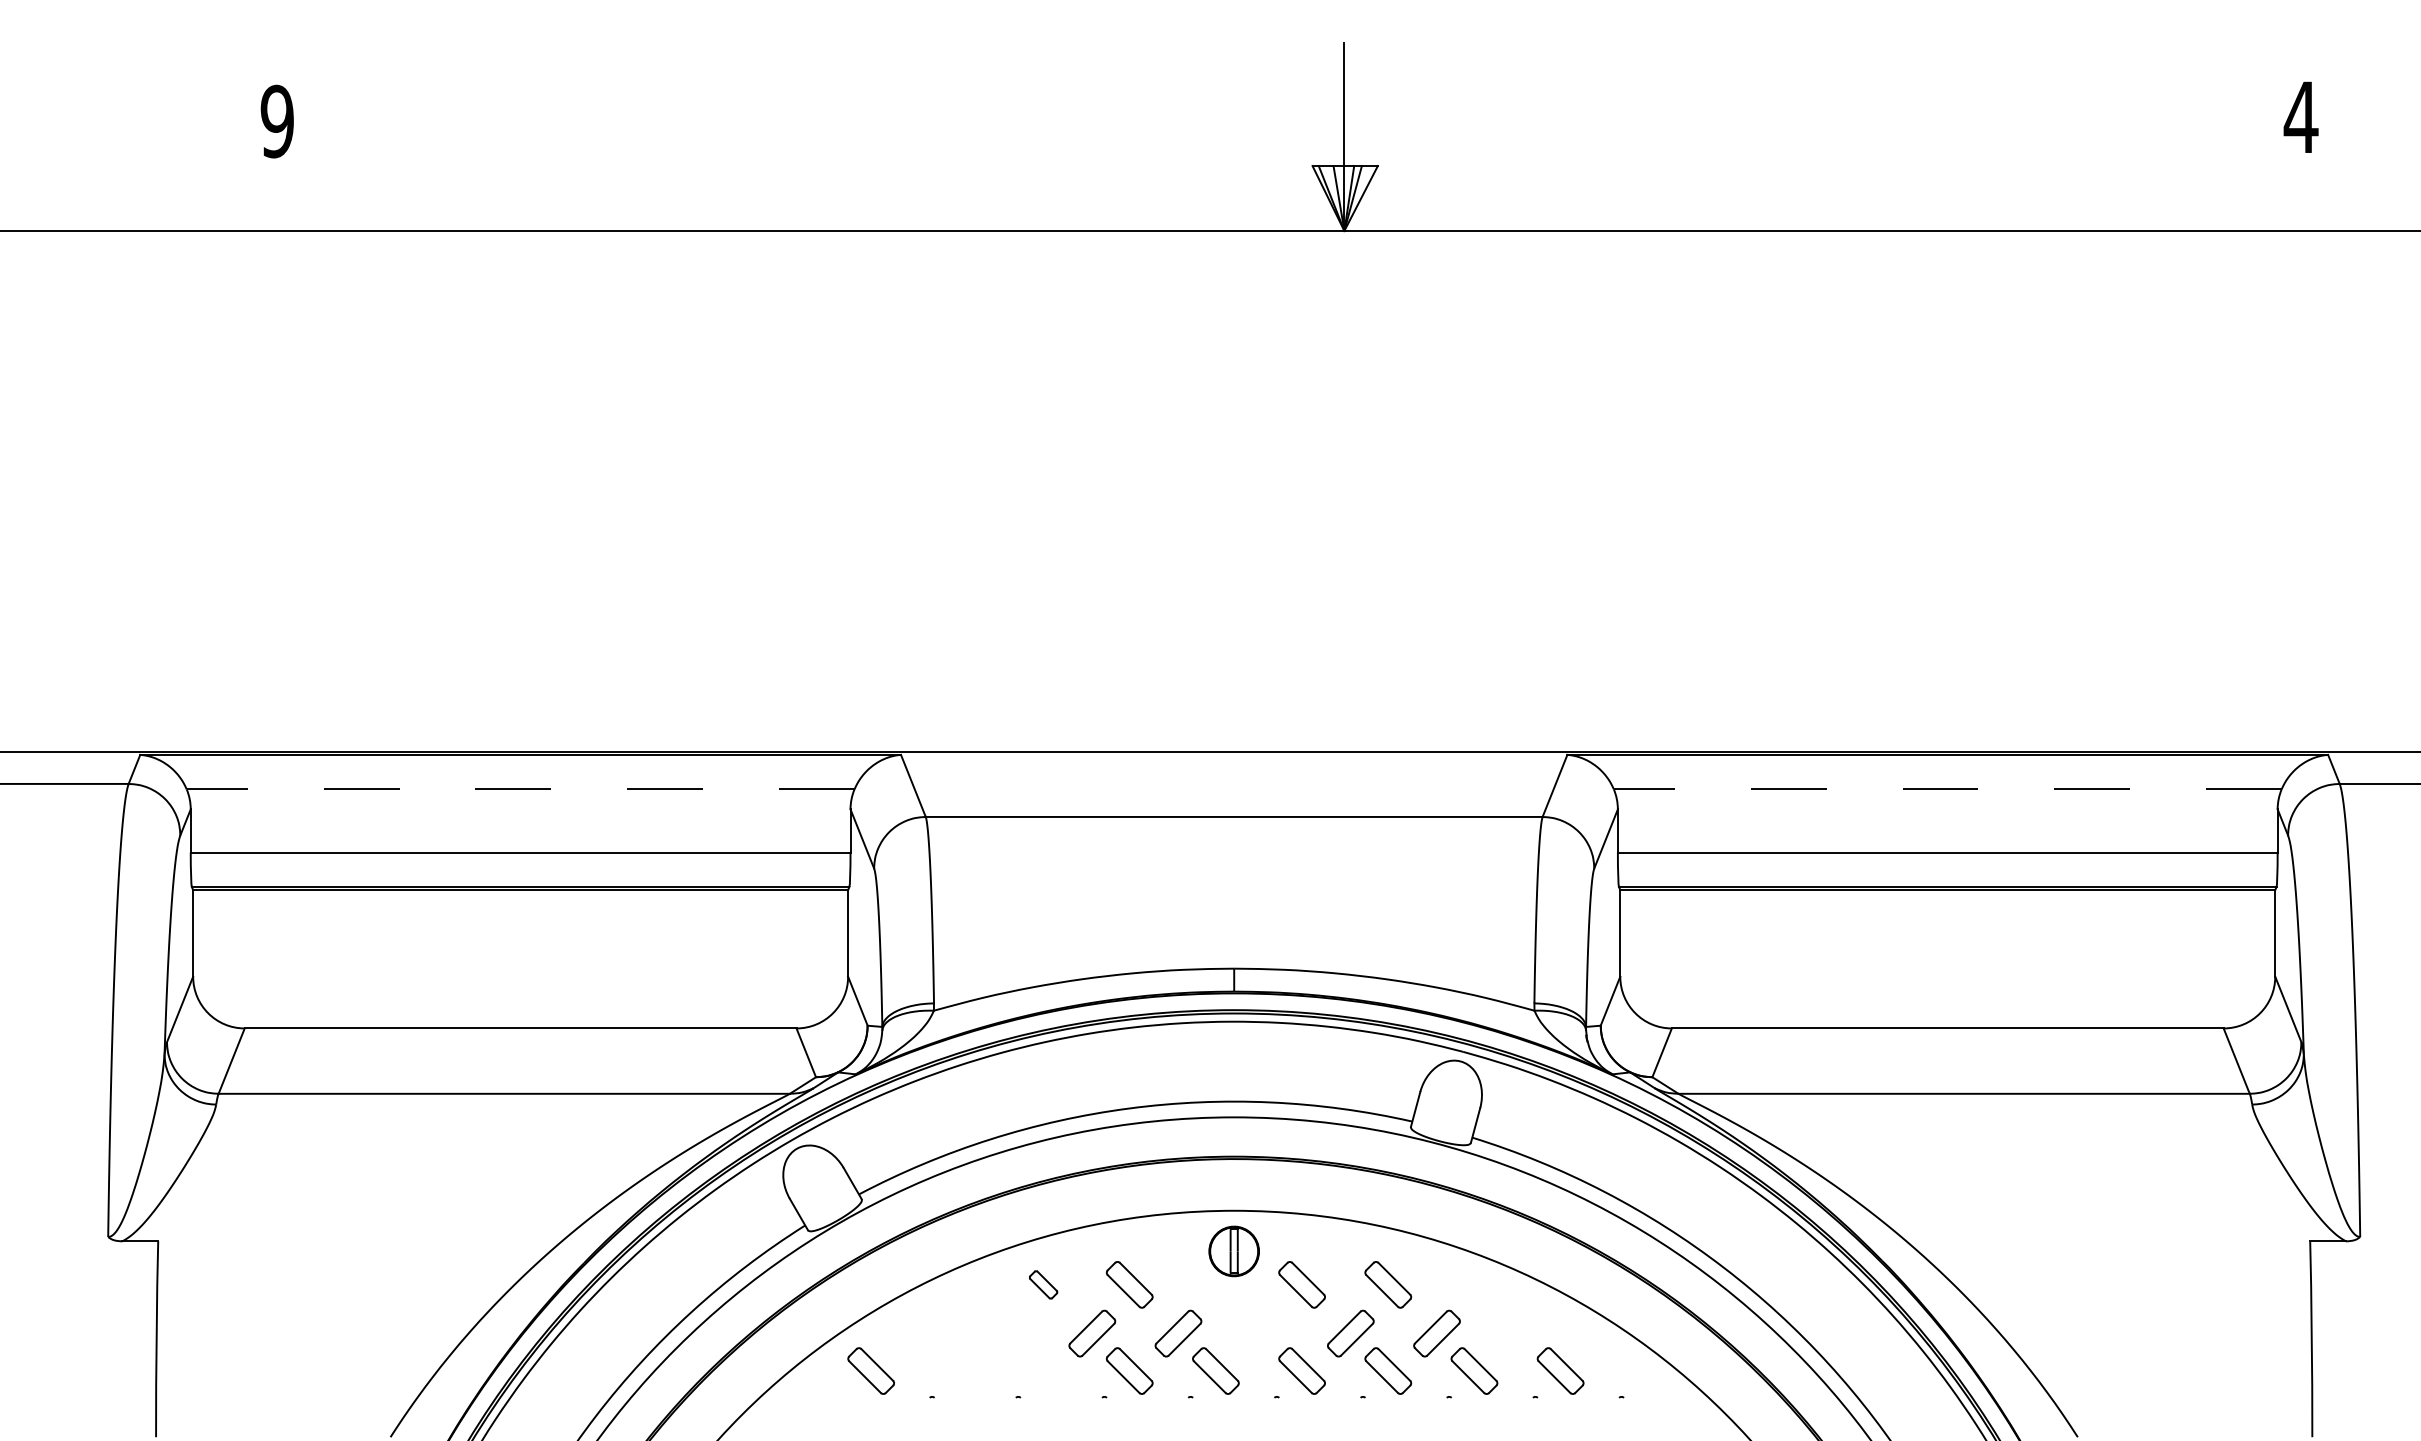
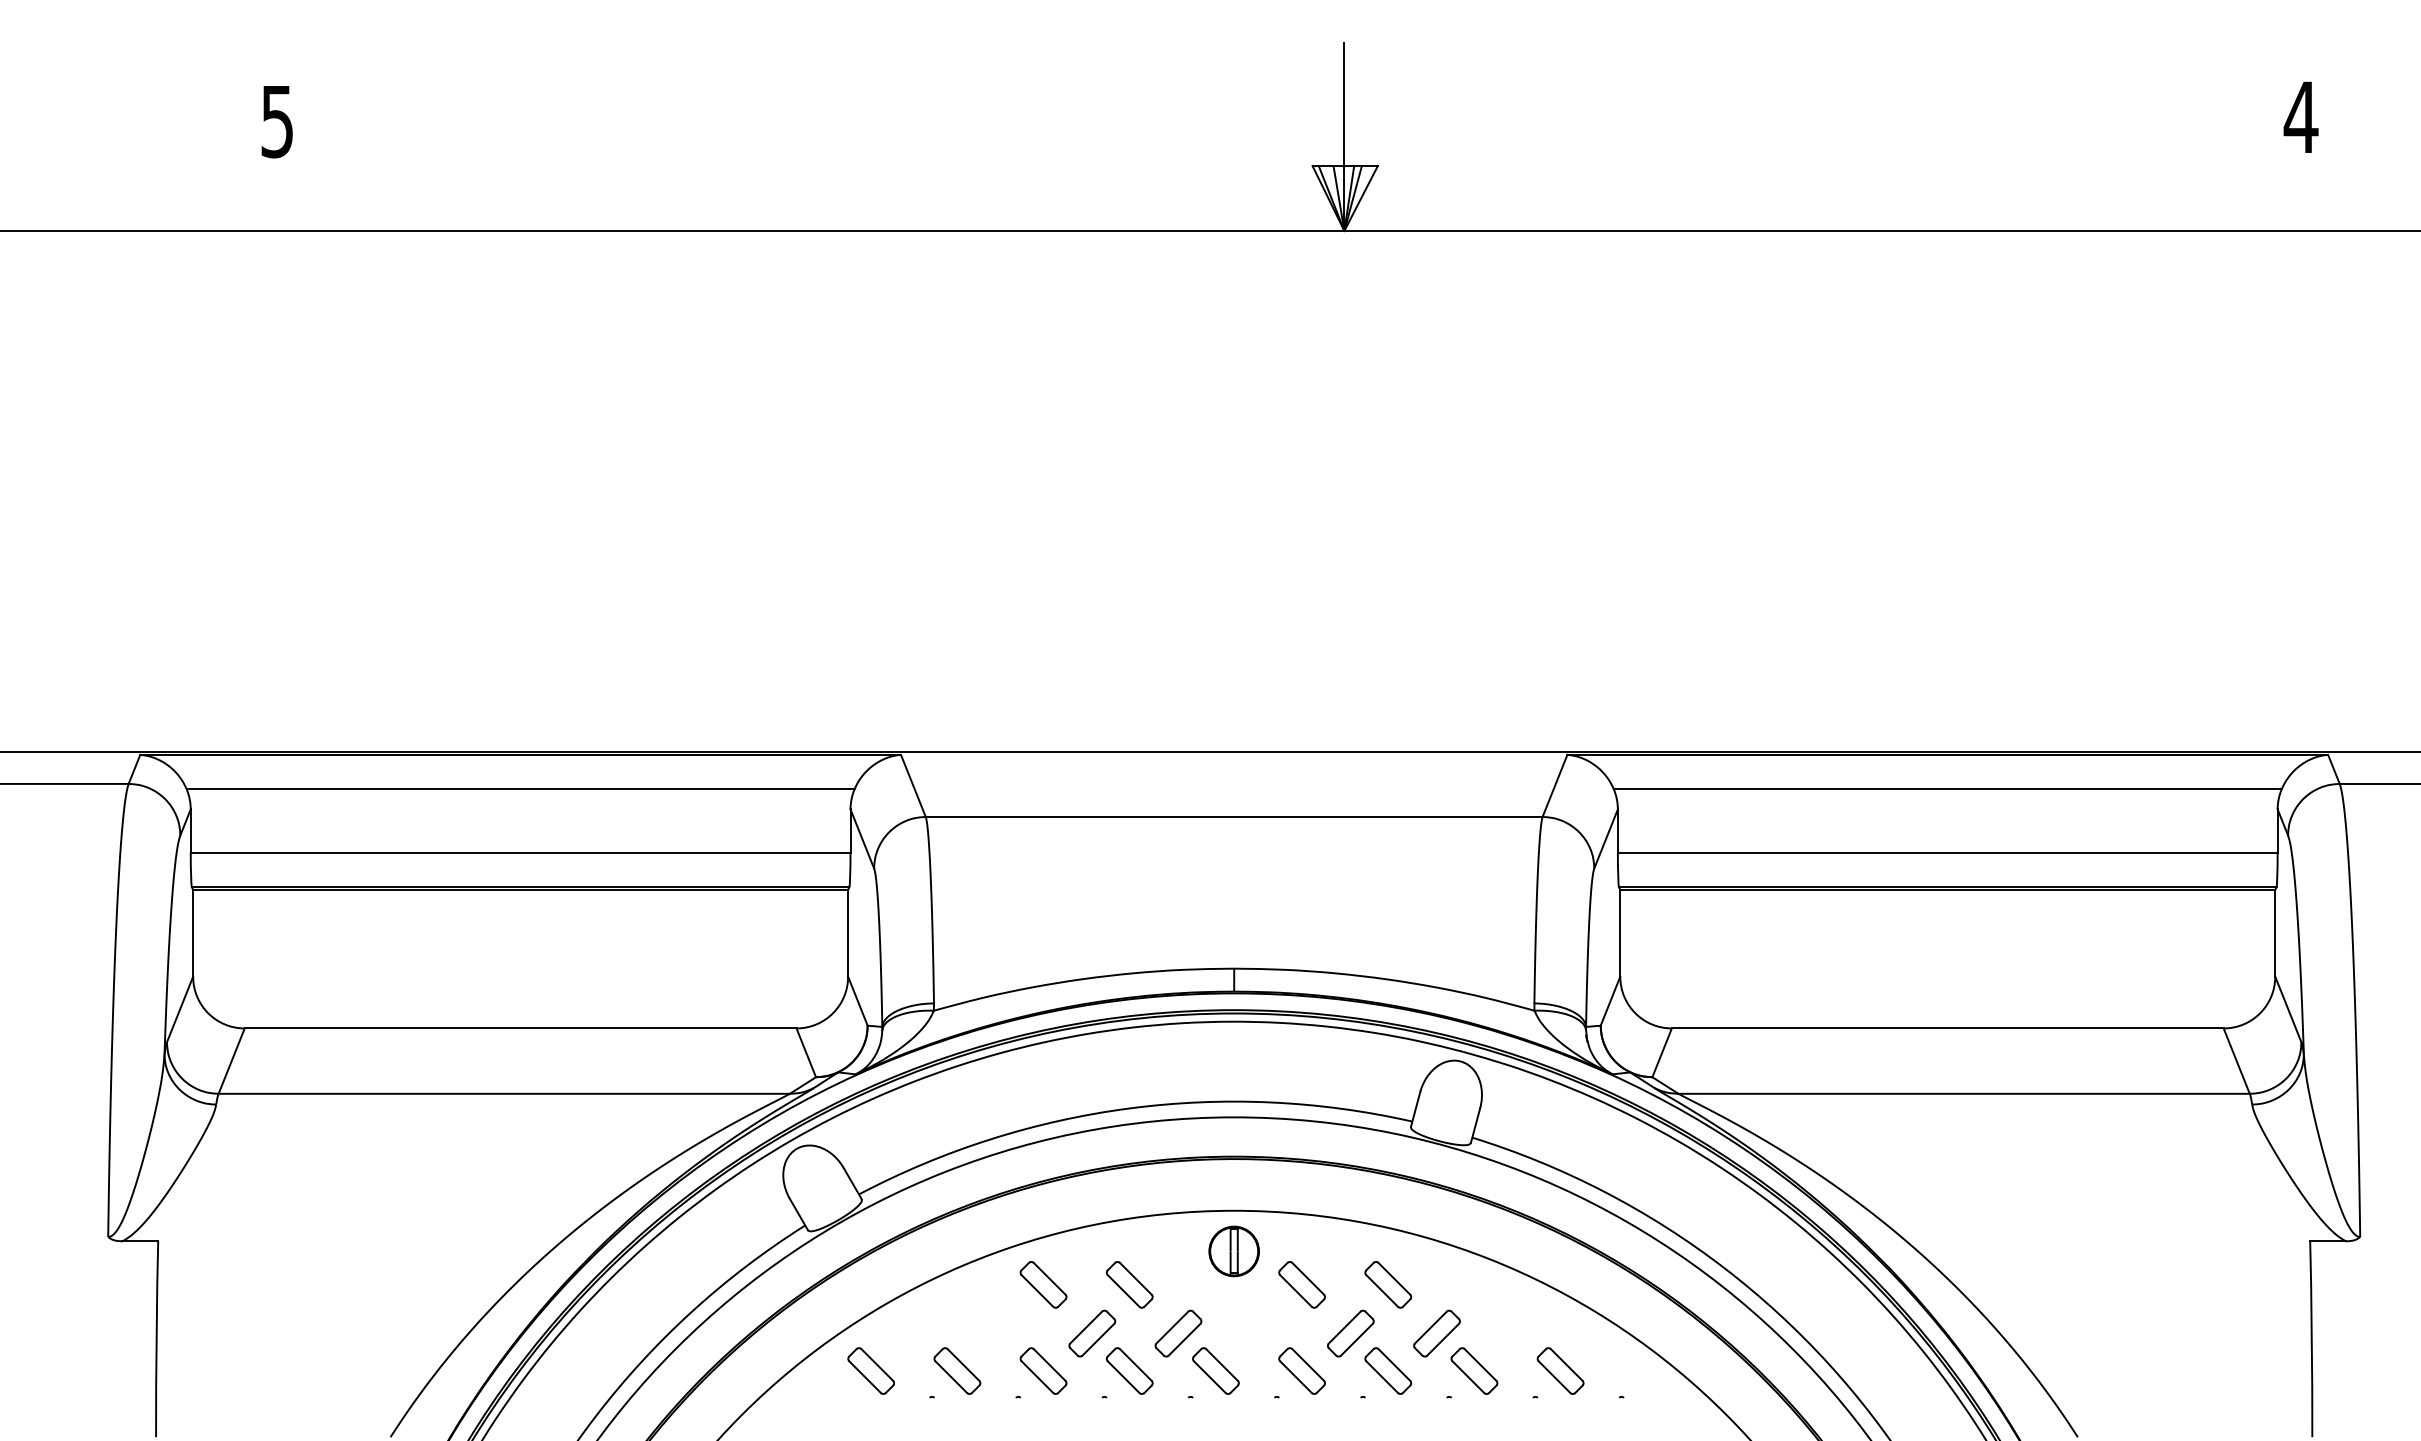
text at (276, 121): 9 -> 5
line at (520, 789): dashed -> solid
line at (1947, 789): dashed -> solid
part at (1043, 1284) size: 30x30 px -> 49x48 px
part at (957, 1370): none -> present
part at (1043, 1370): none -> present
